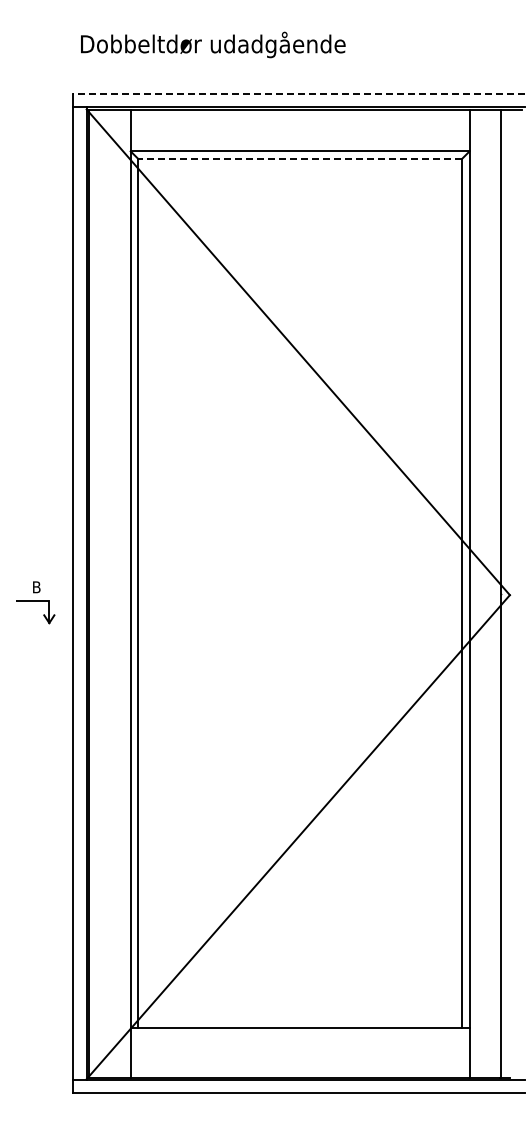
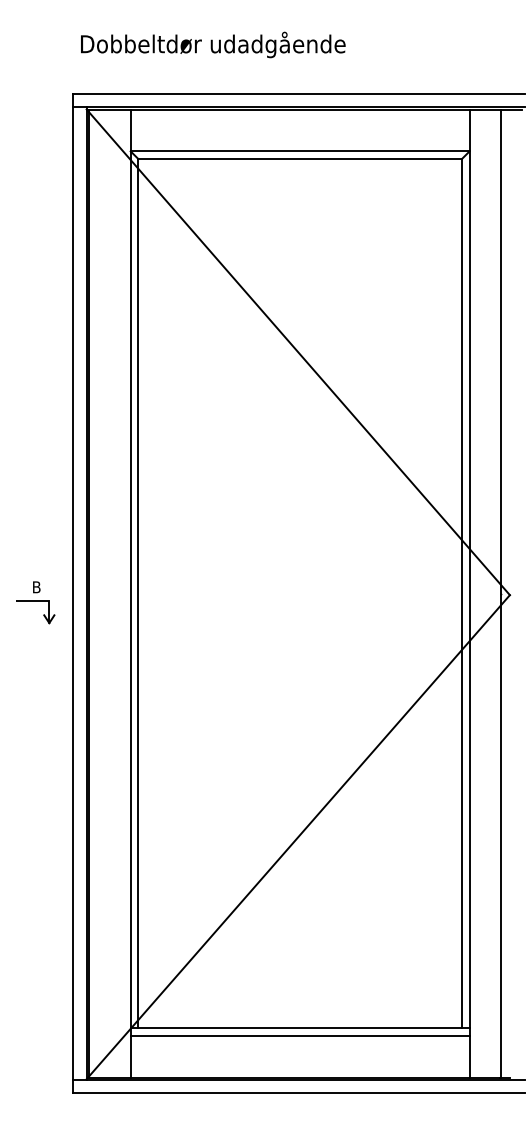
line at (299, 94): dashed -> solid
line at (300, 158): dashed -> solid
line at (299, 1035): none -> present
